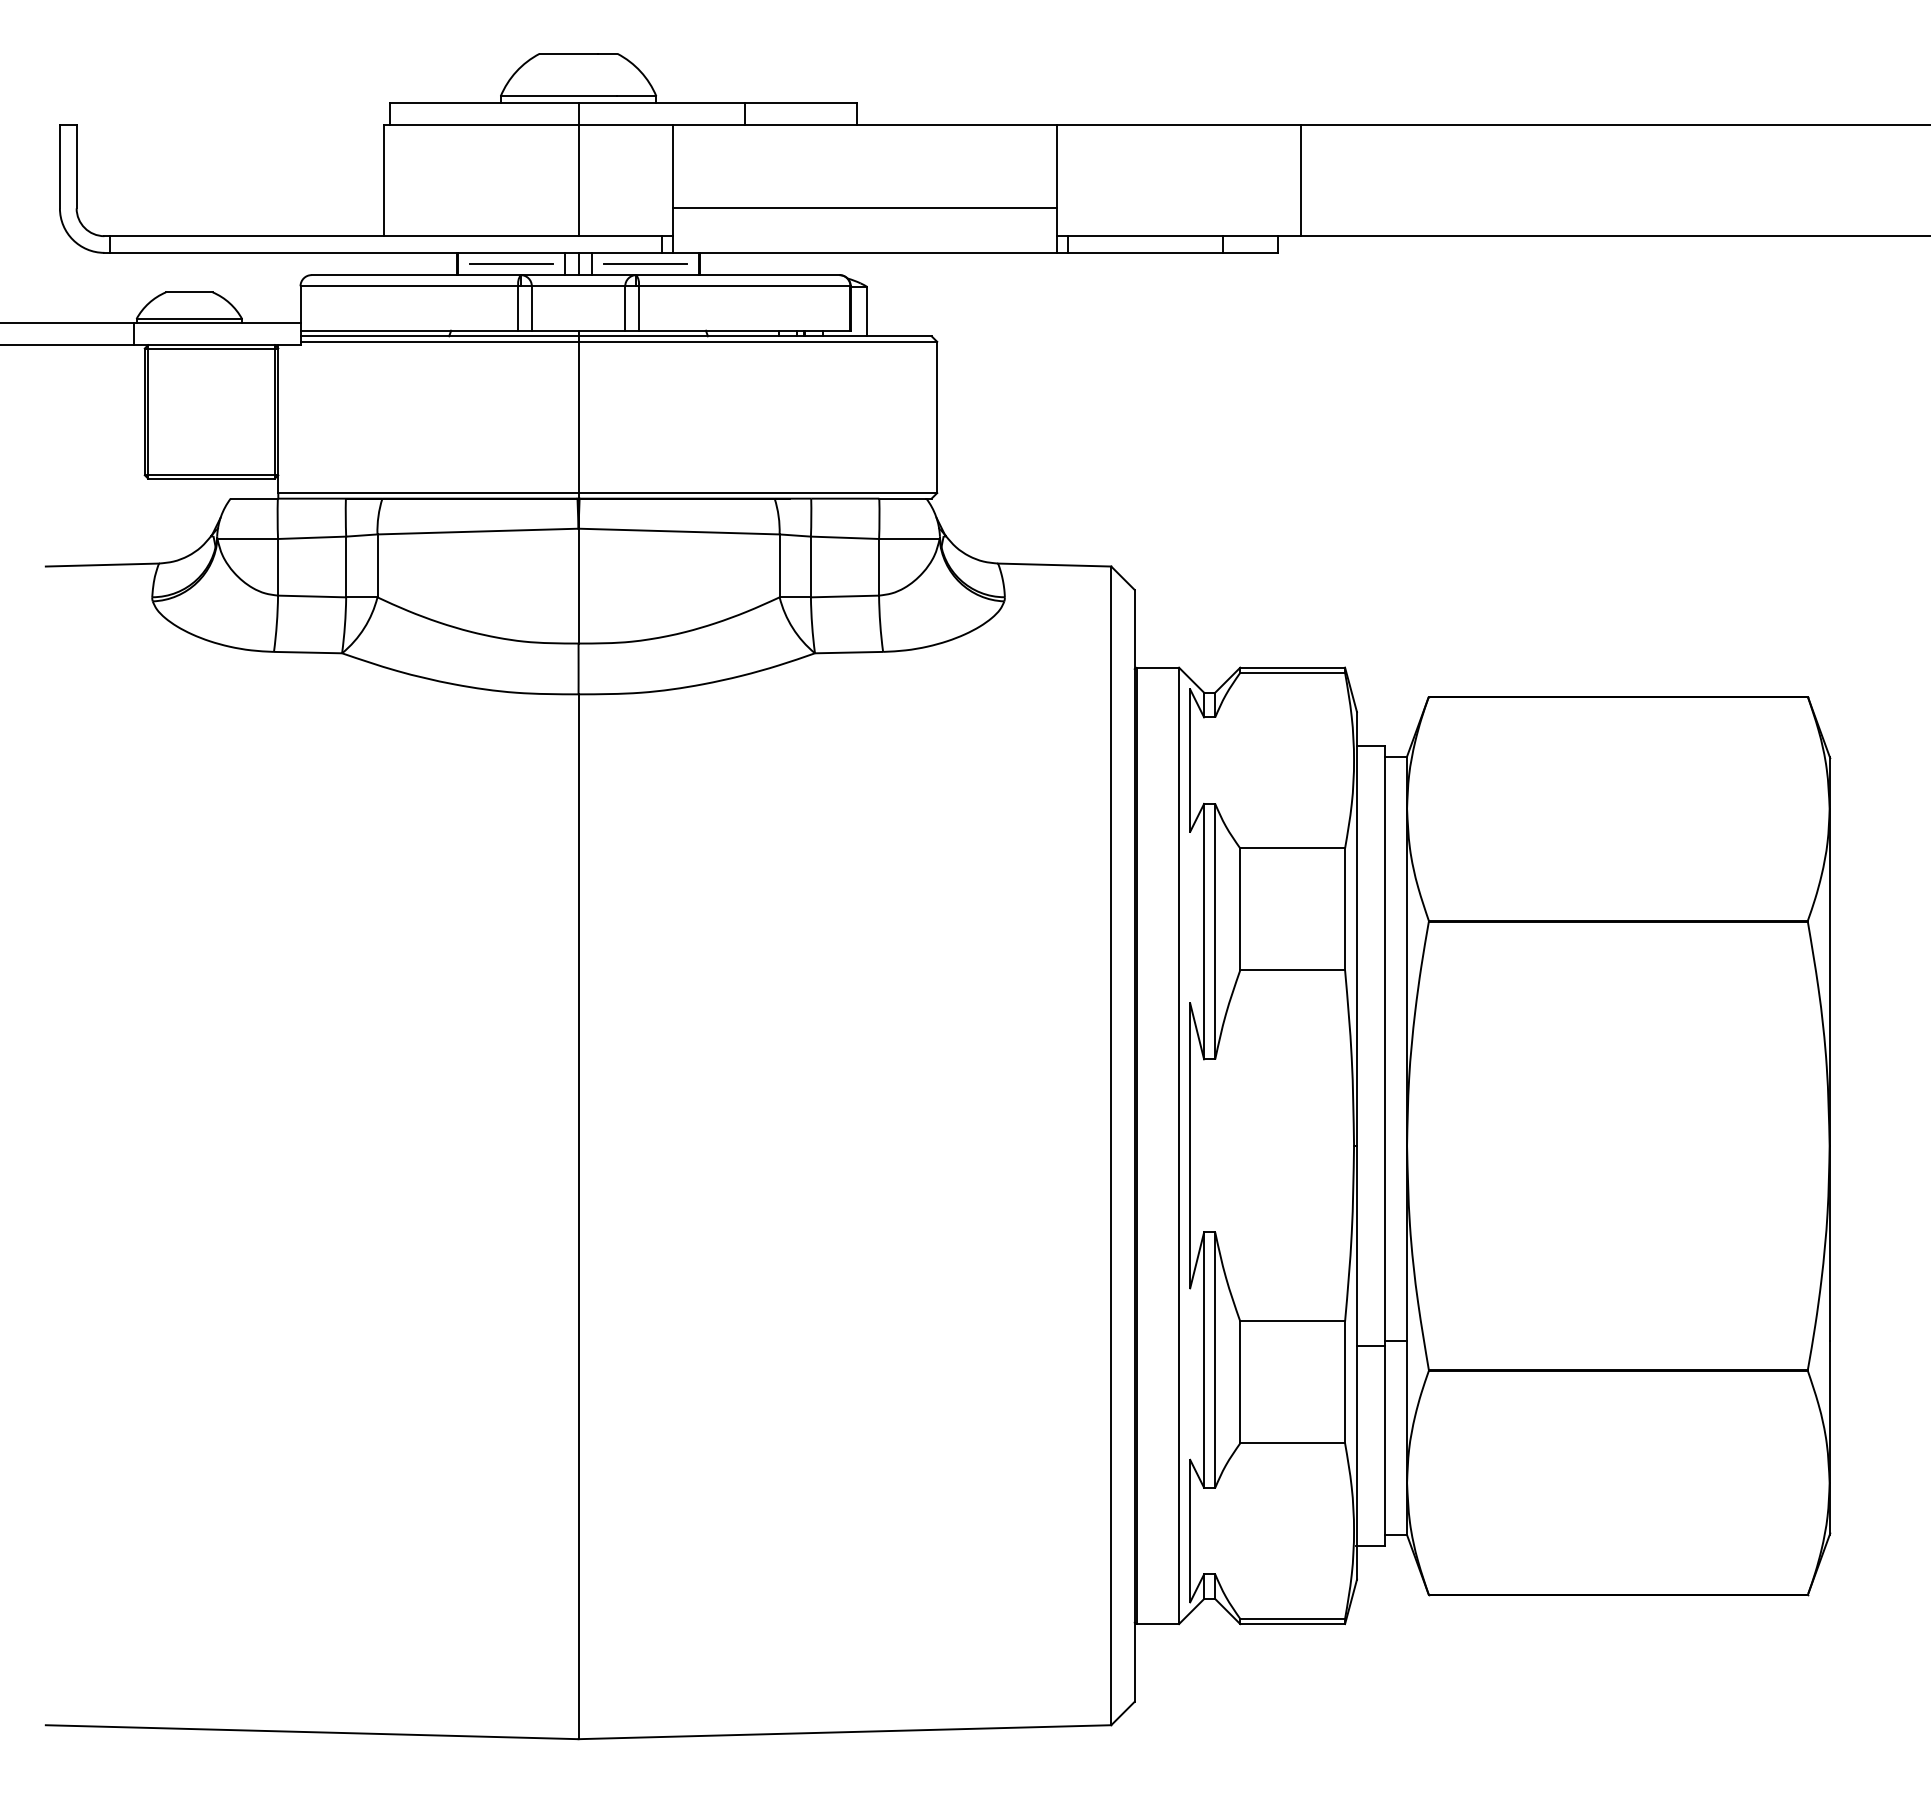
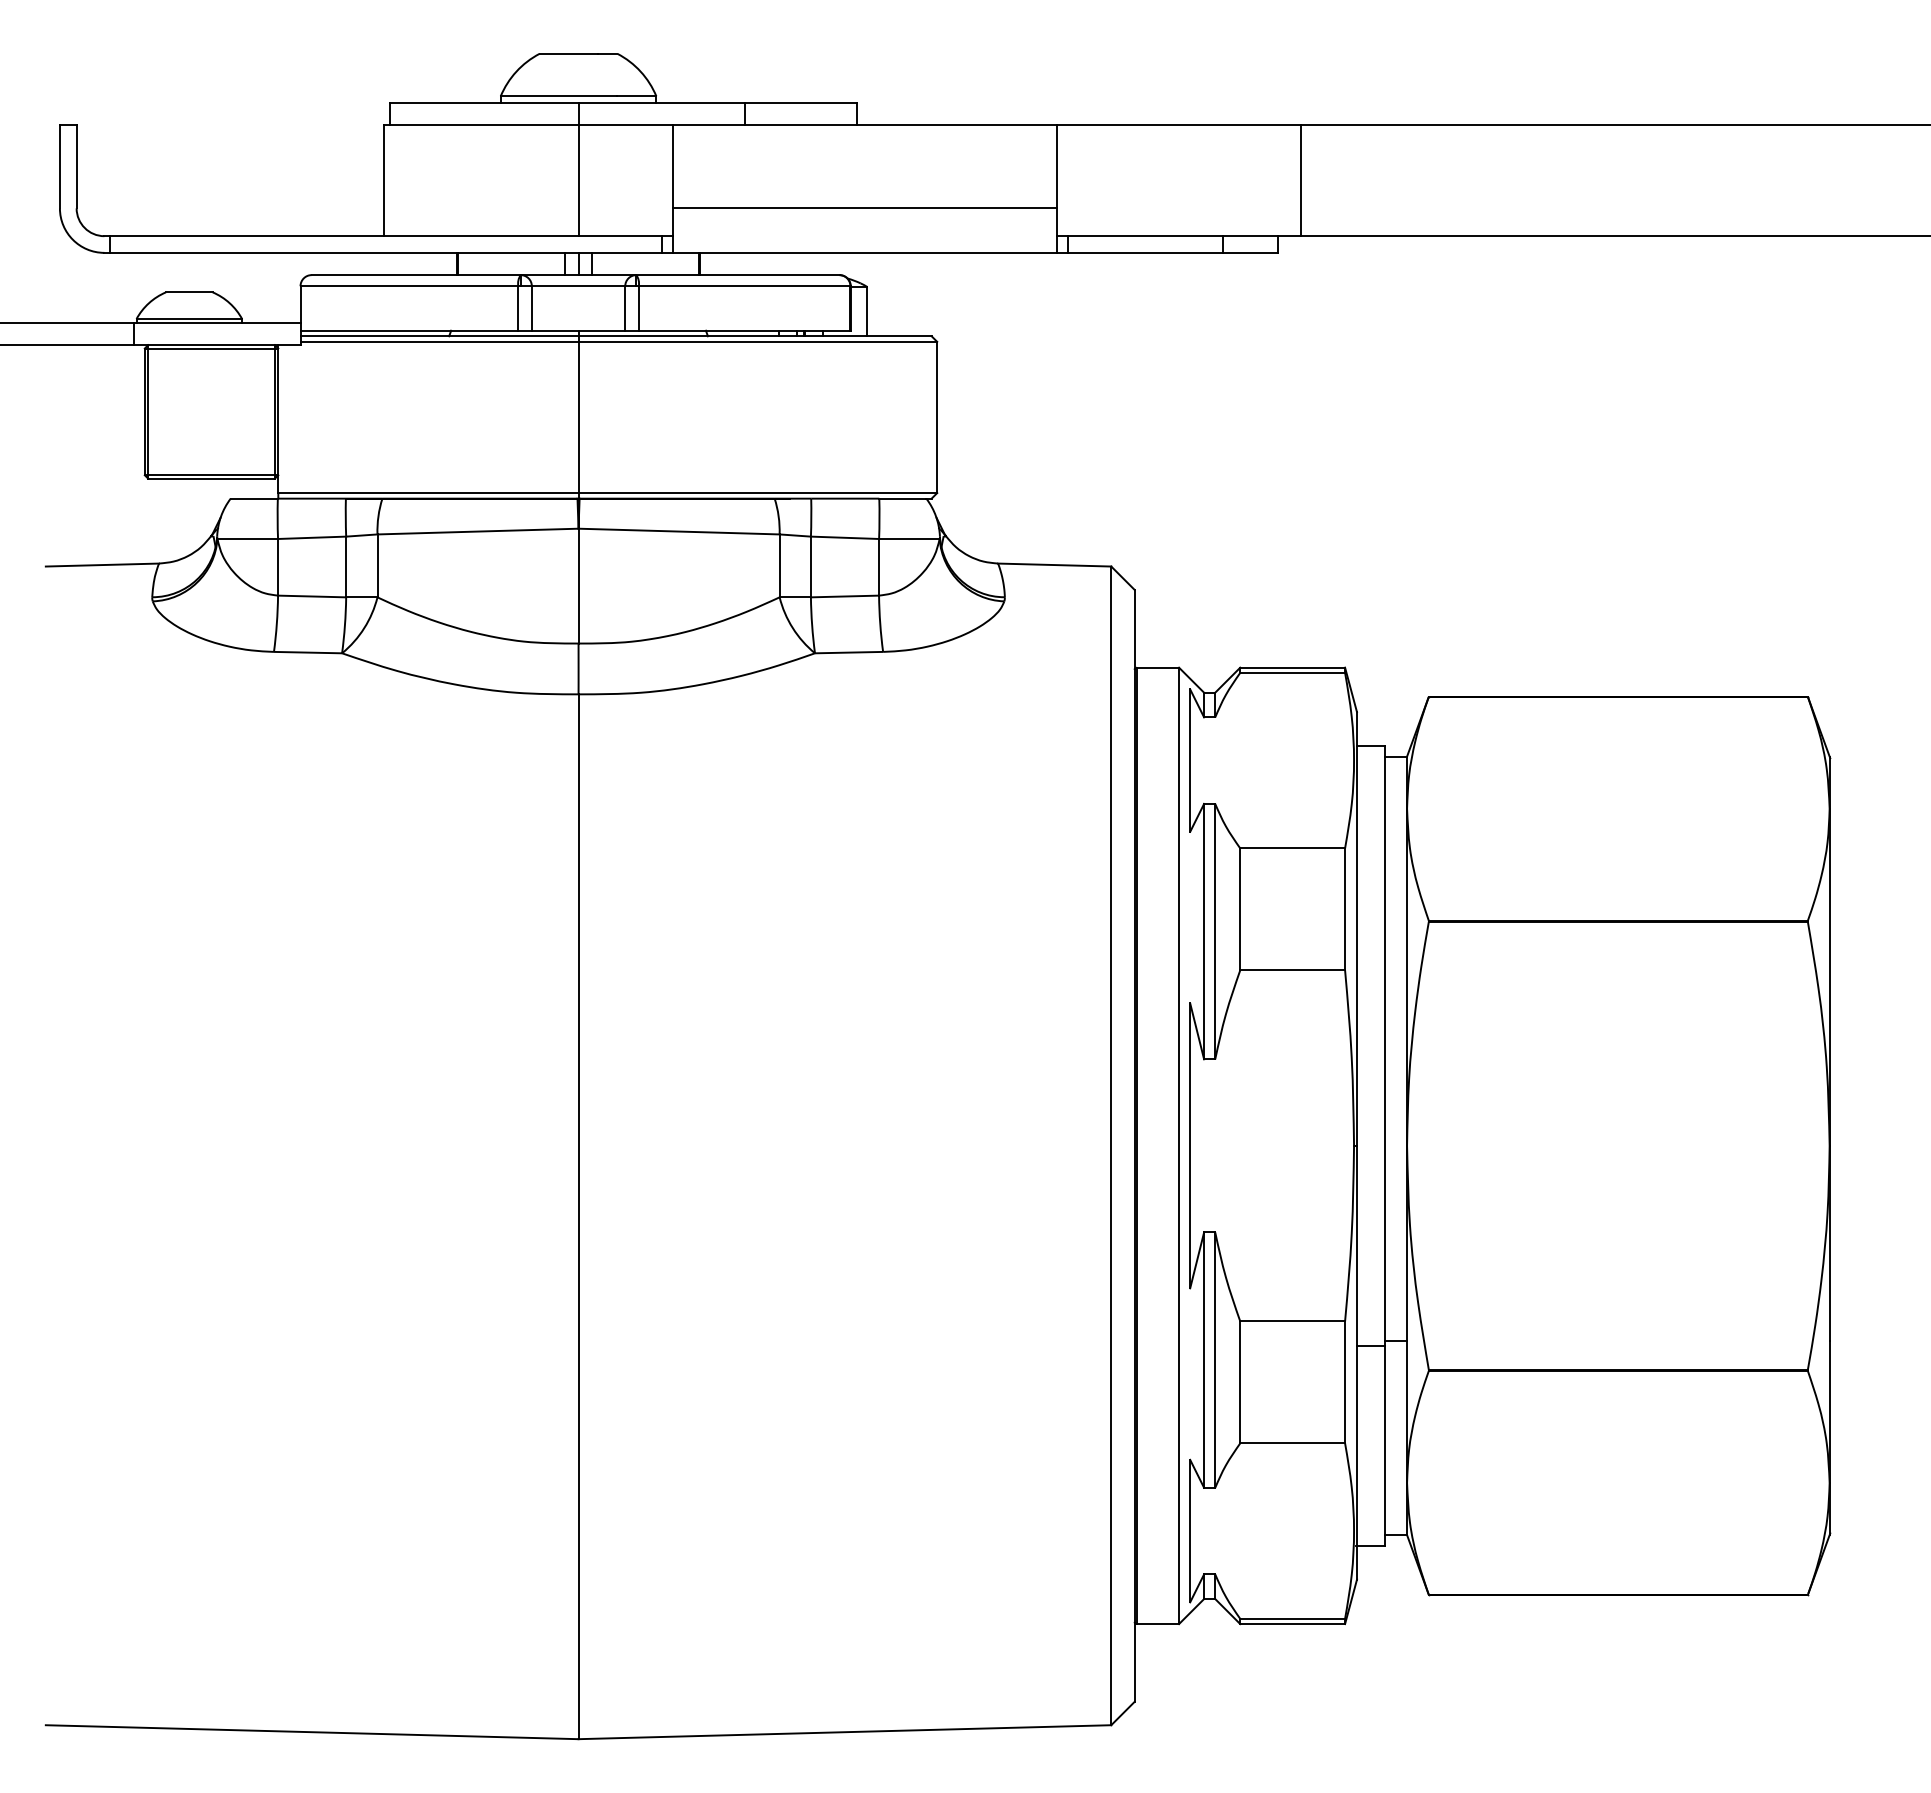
line at (511, 263): present -> none
line at (645, 263): present -> none
